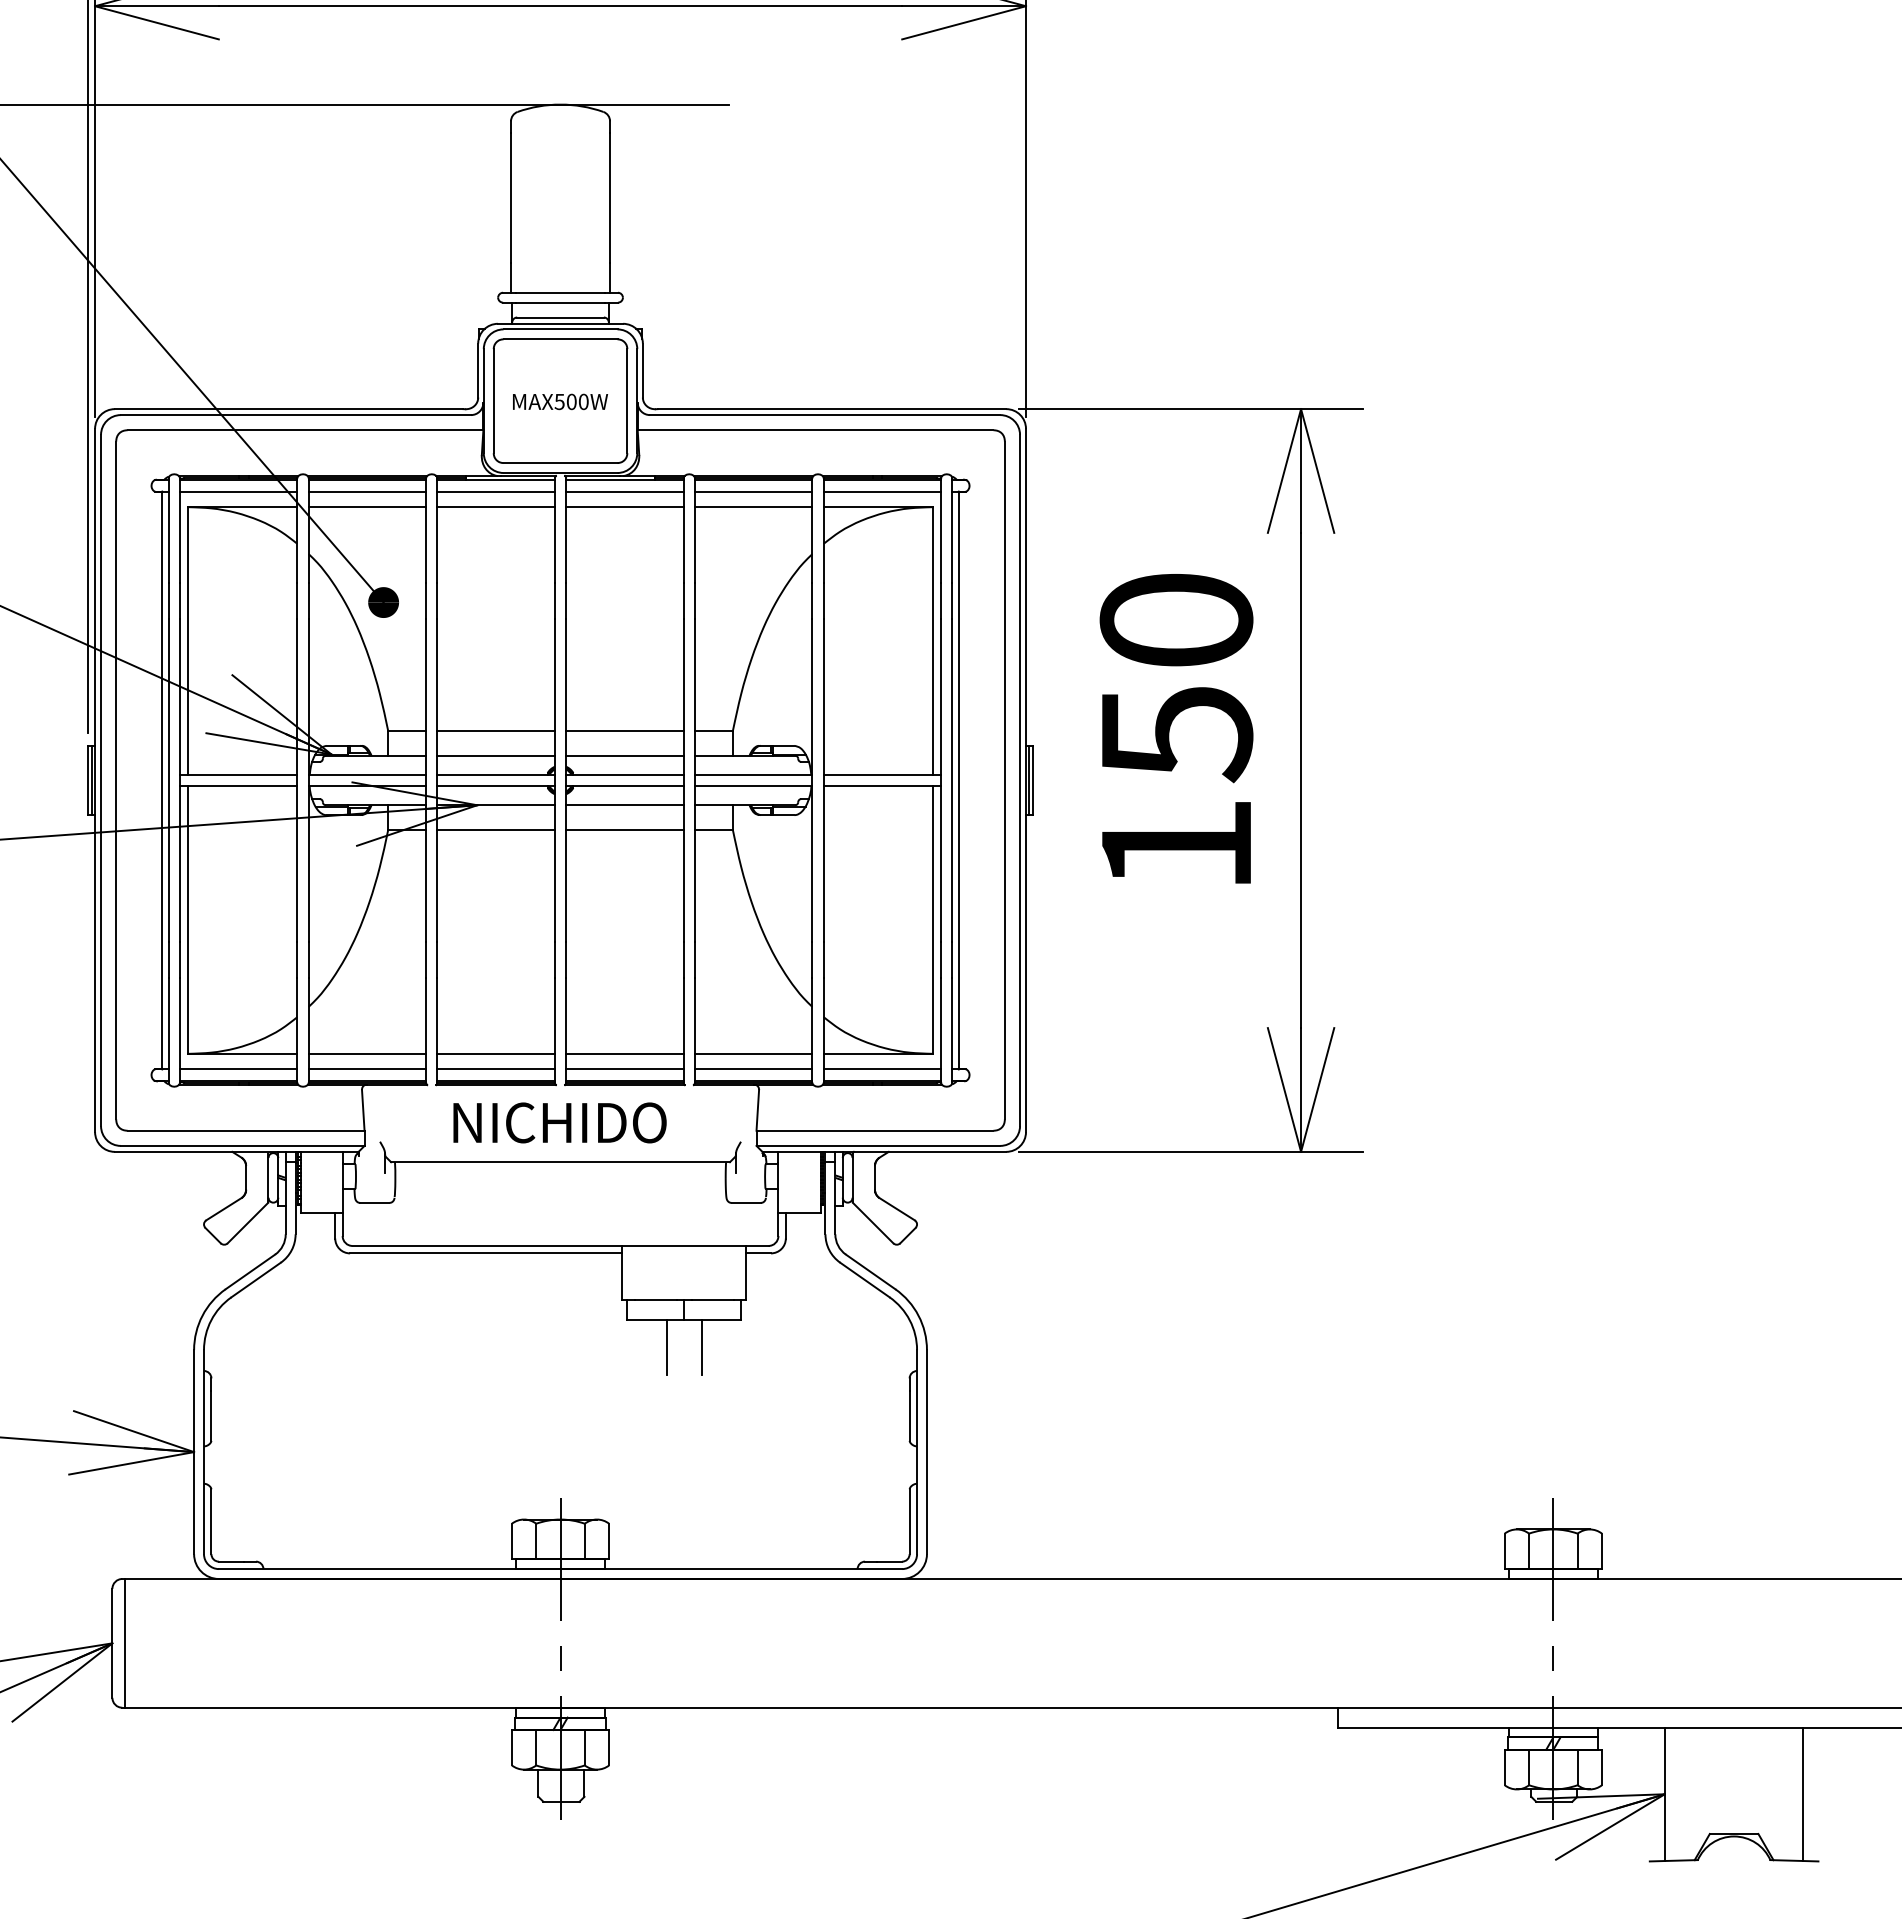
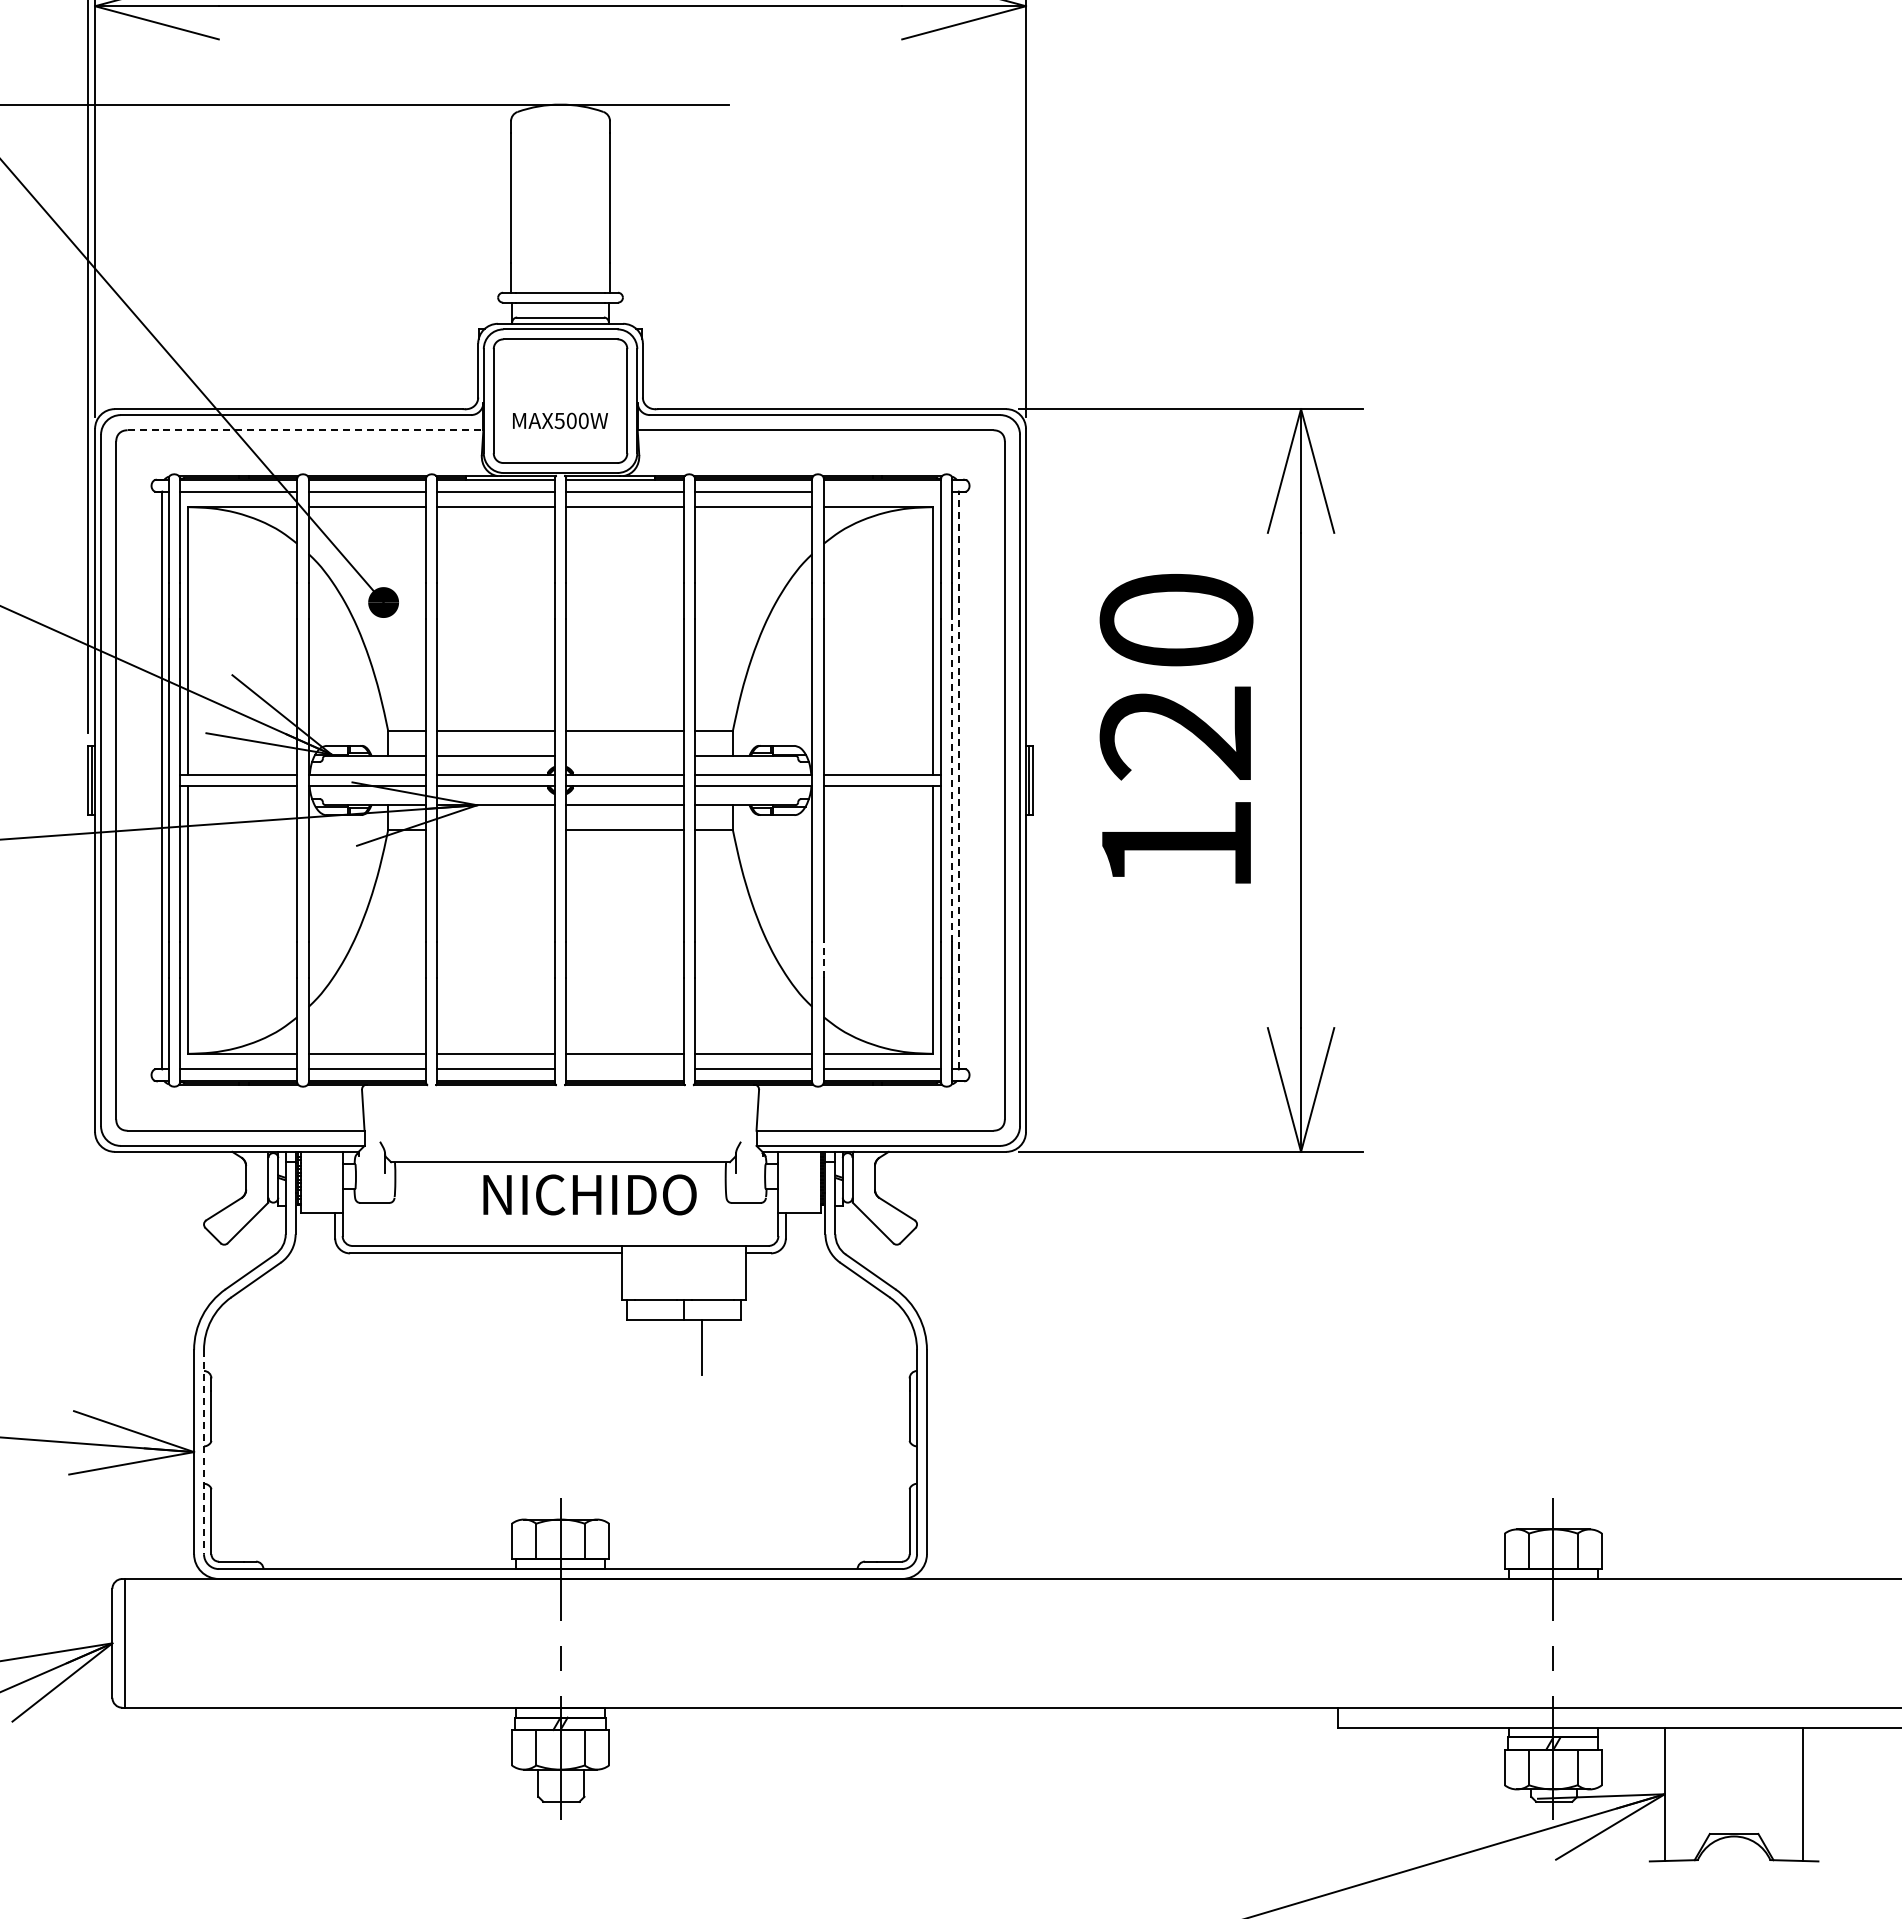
text at (560, 401) position: (560, 401) -> (560, 420)
line at (305, 430): solid -> dashed
line at (882, 491): present -> none
text at (1176, 734): 150 -> 120
line at (624, 755): present -> none
line at (952, 780): solid -> dashed
line at (959, 780): solid -> dashed
line at (495, 829): present -> none
line at (823, 959): solid -> dashed
line at (624, 1069): present -> none
text at (559, 1122) position: (559, 1122) -> (589, 1194)
line at (667, 1347): present -> none
line at (204, 1452): solid -> dashed
